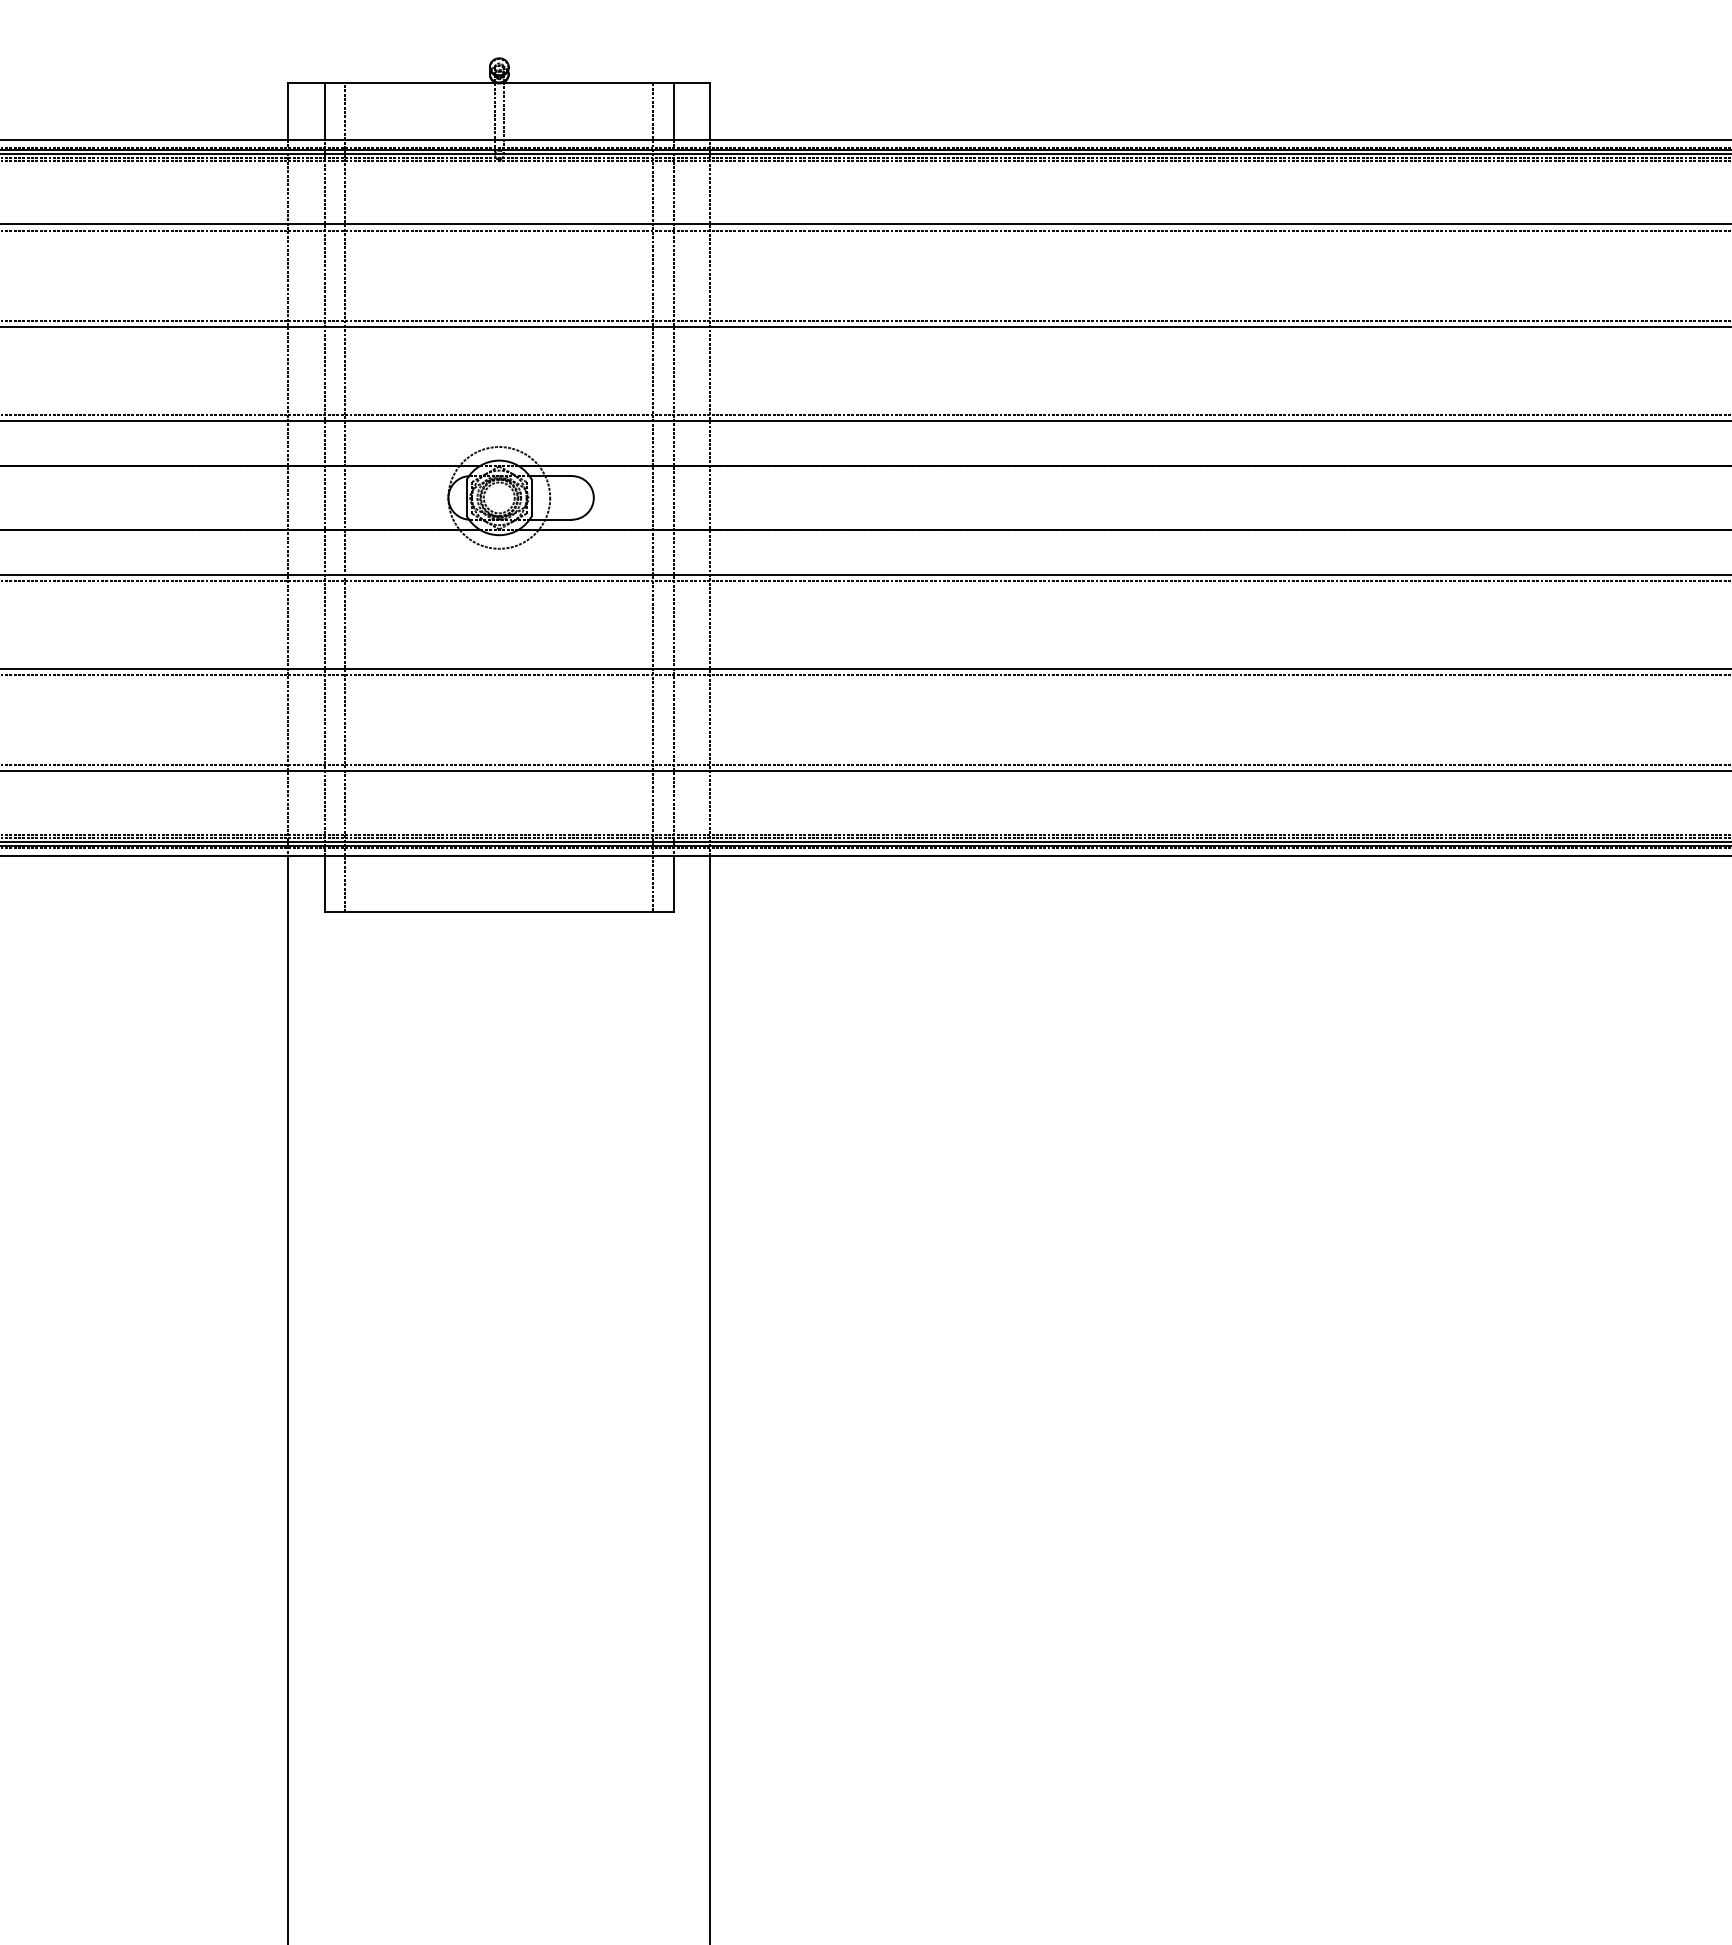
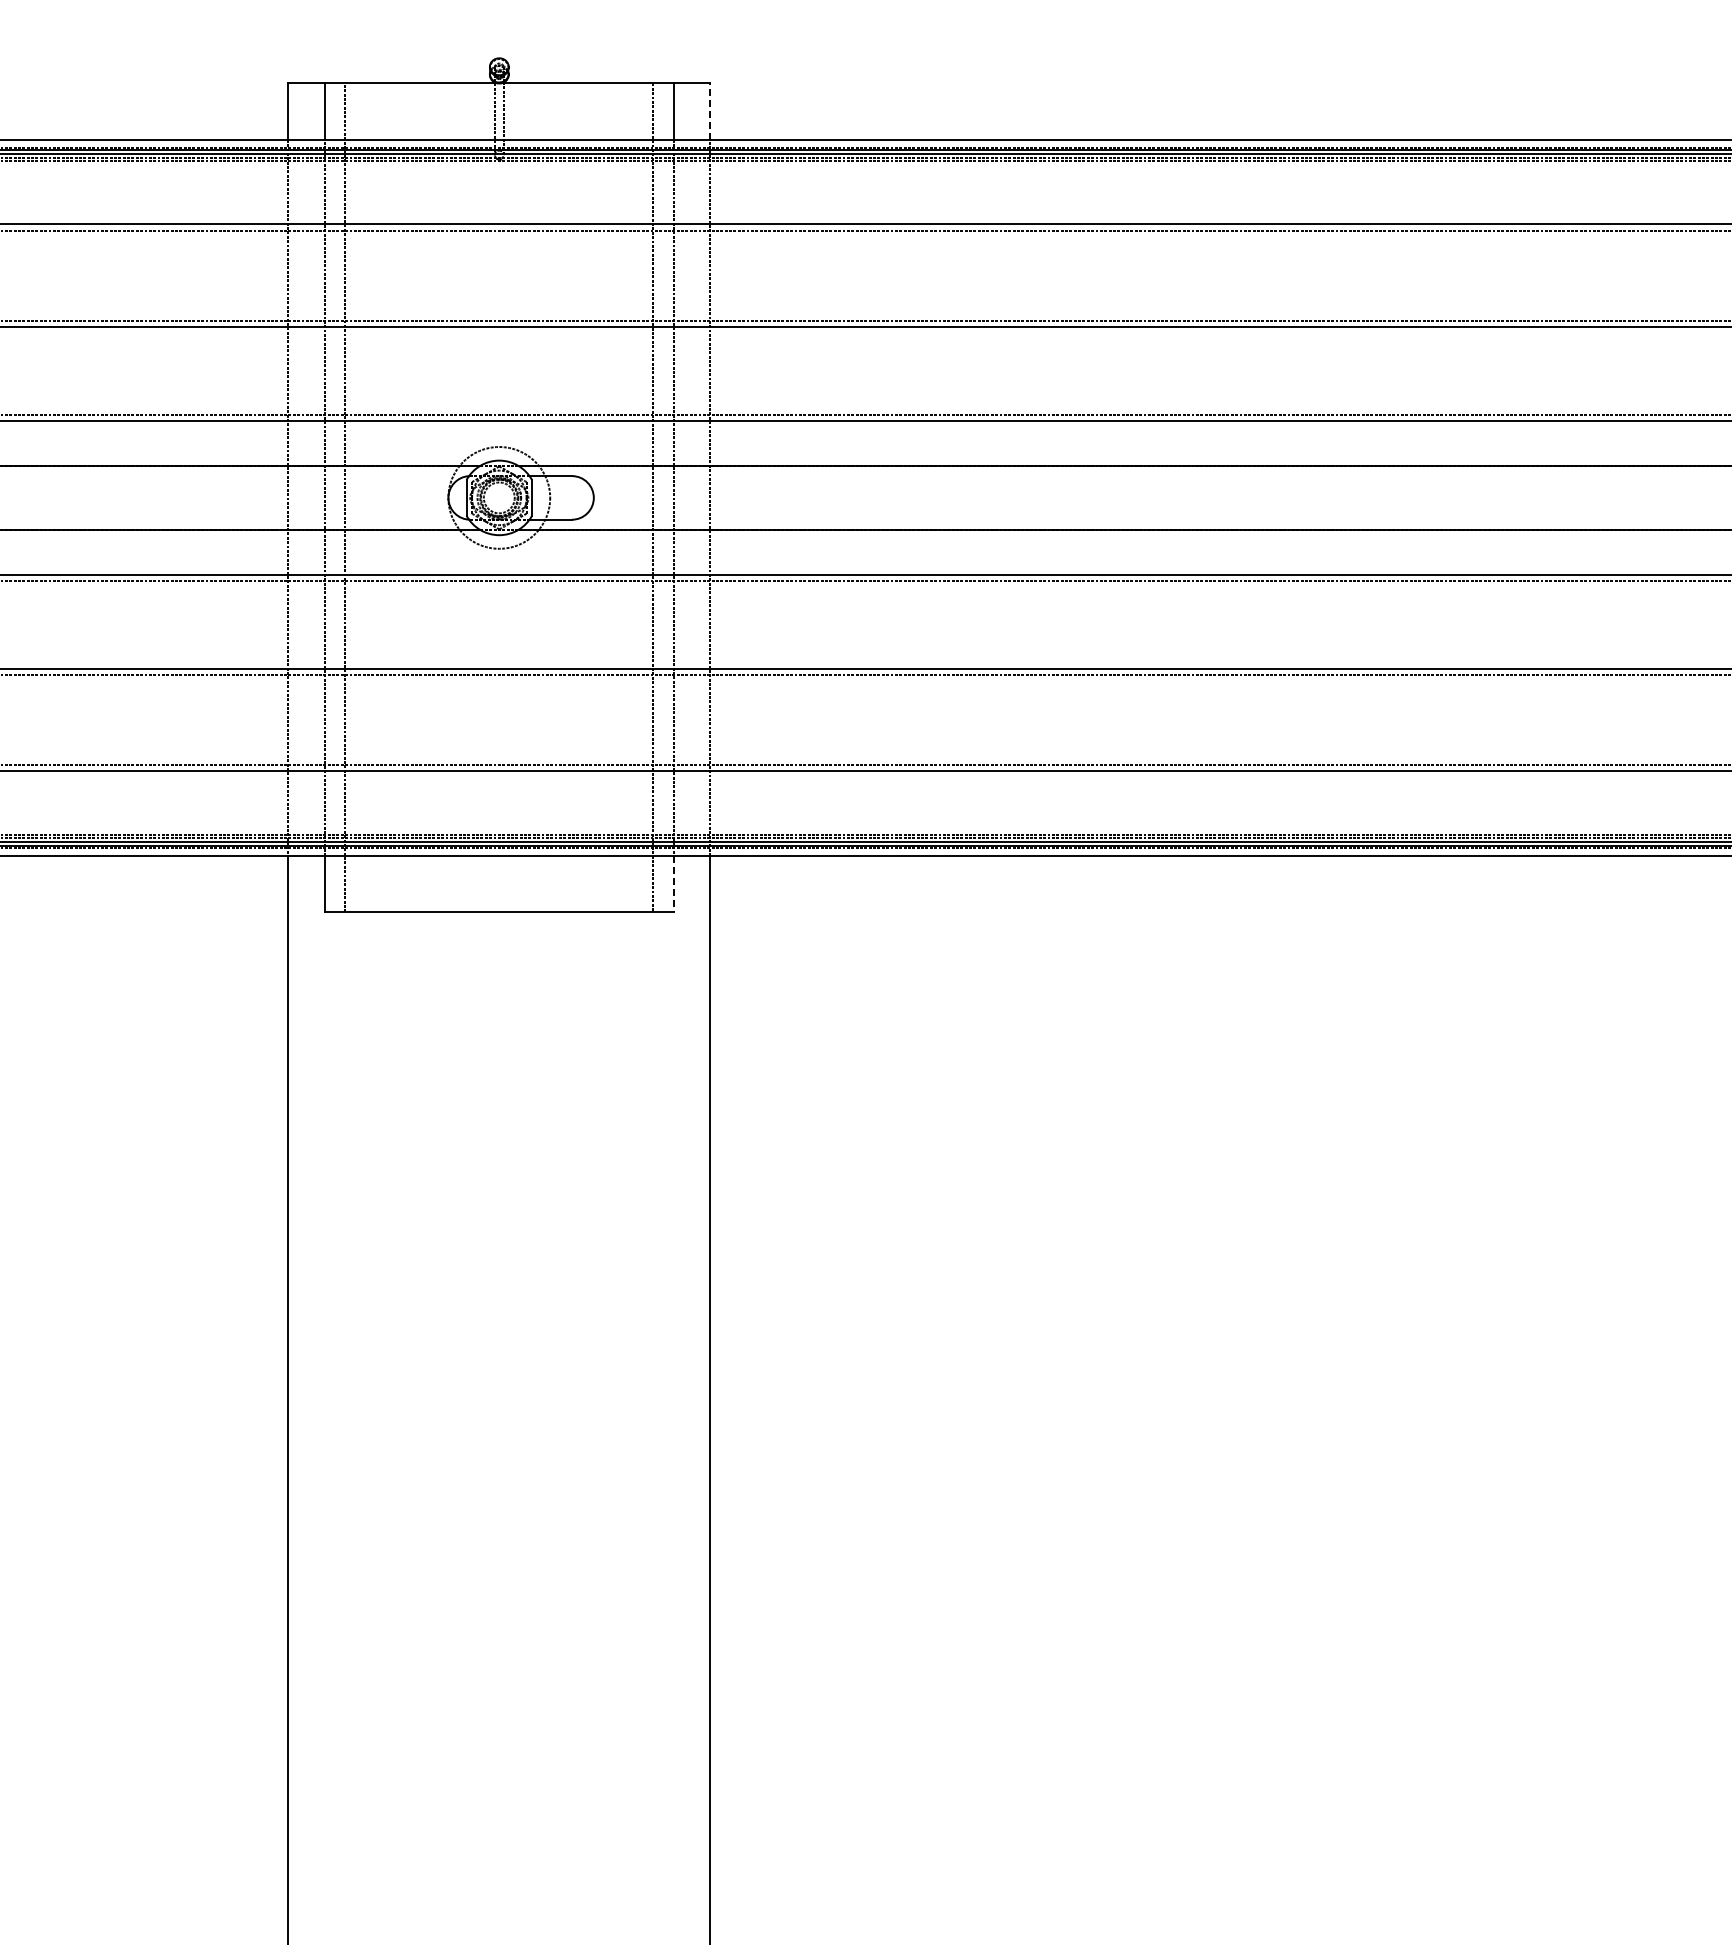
line at (710, 111): solid -> dashed
line at (673, 884): solid -> dashed
